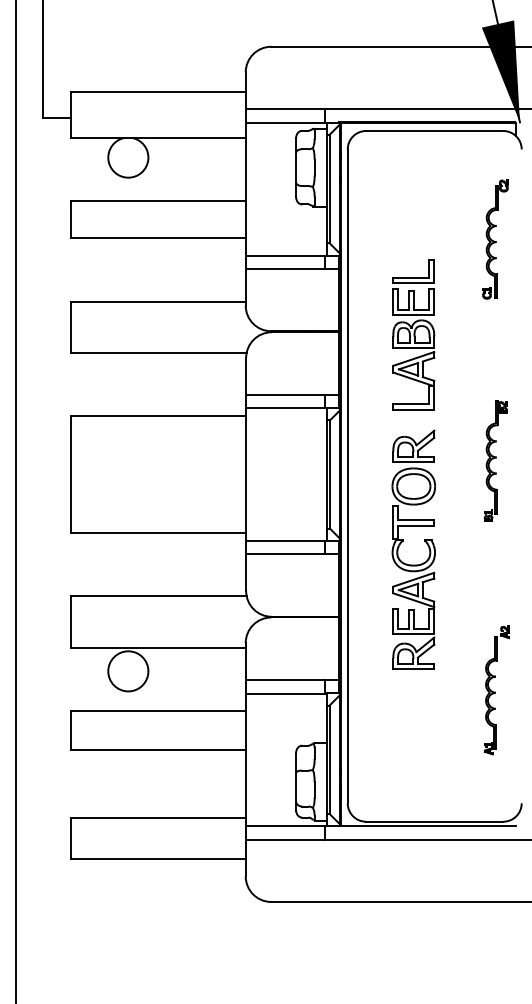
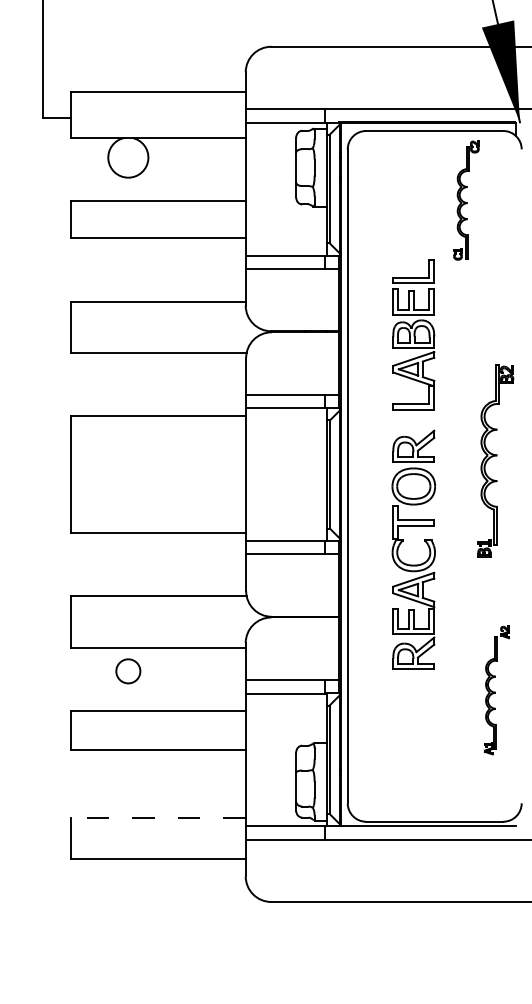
part at (495, 239) position: (495, 239) -> (466, 200)
part at (495, 460) size: 25x122 px -> 38x194 px
line at (15, 501): present -> none
circle at (128, 671) diameter: 40 px -> 24 px
line at (157, 817): solid -> dashed
